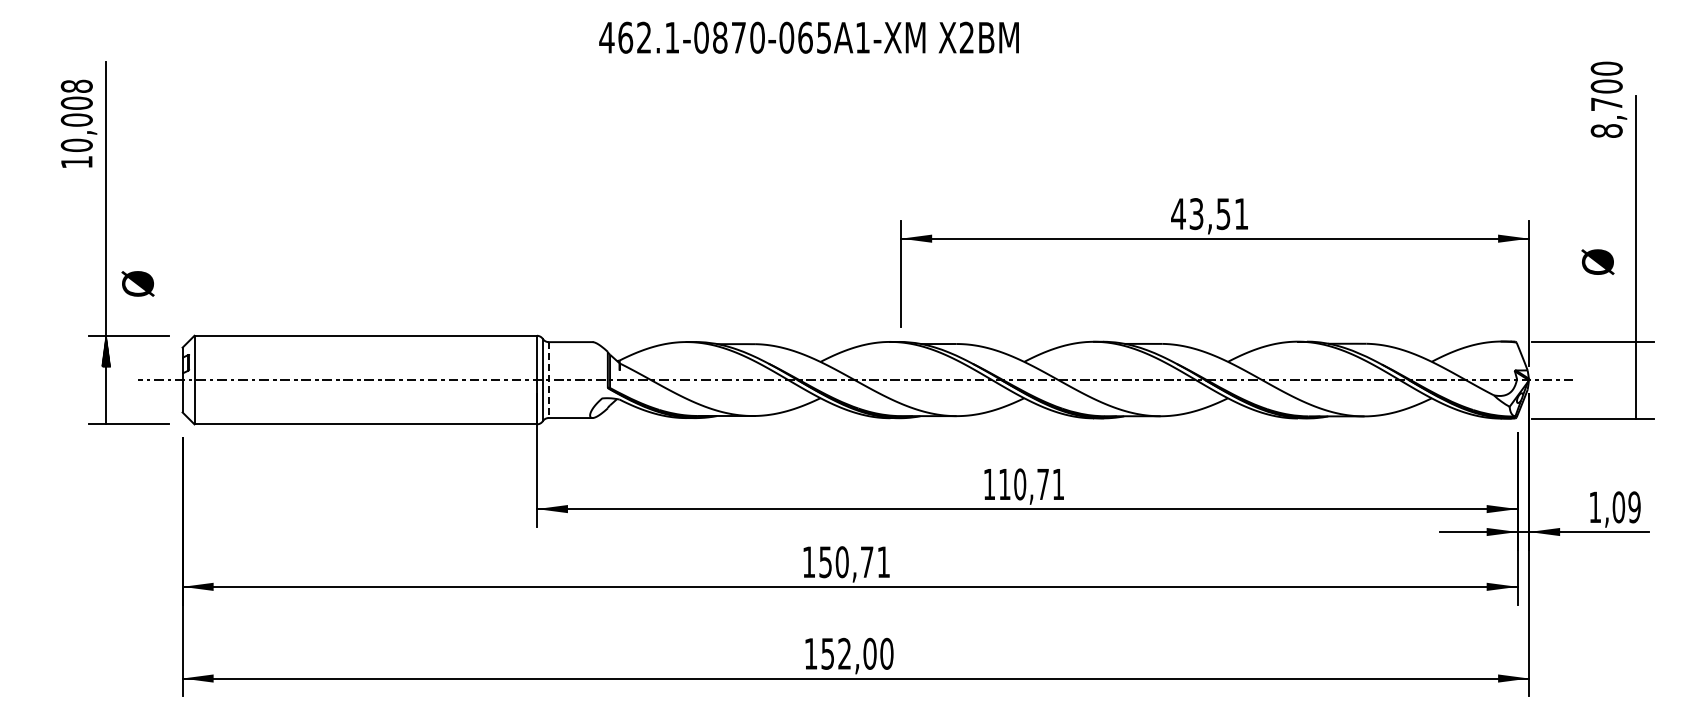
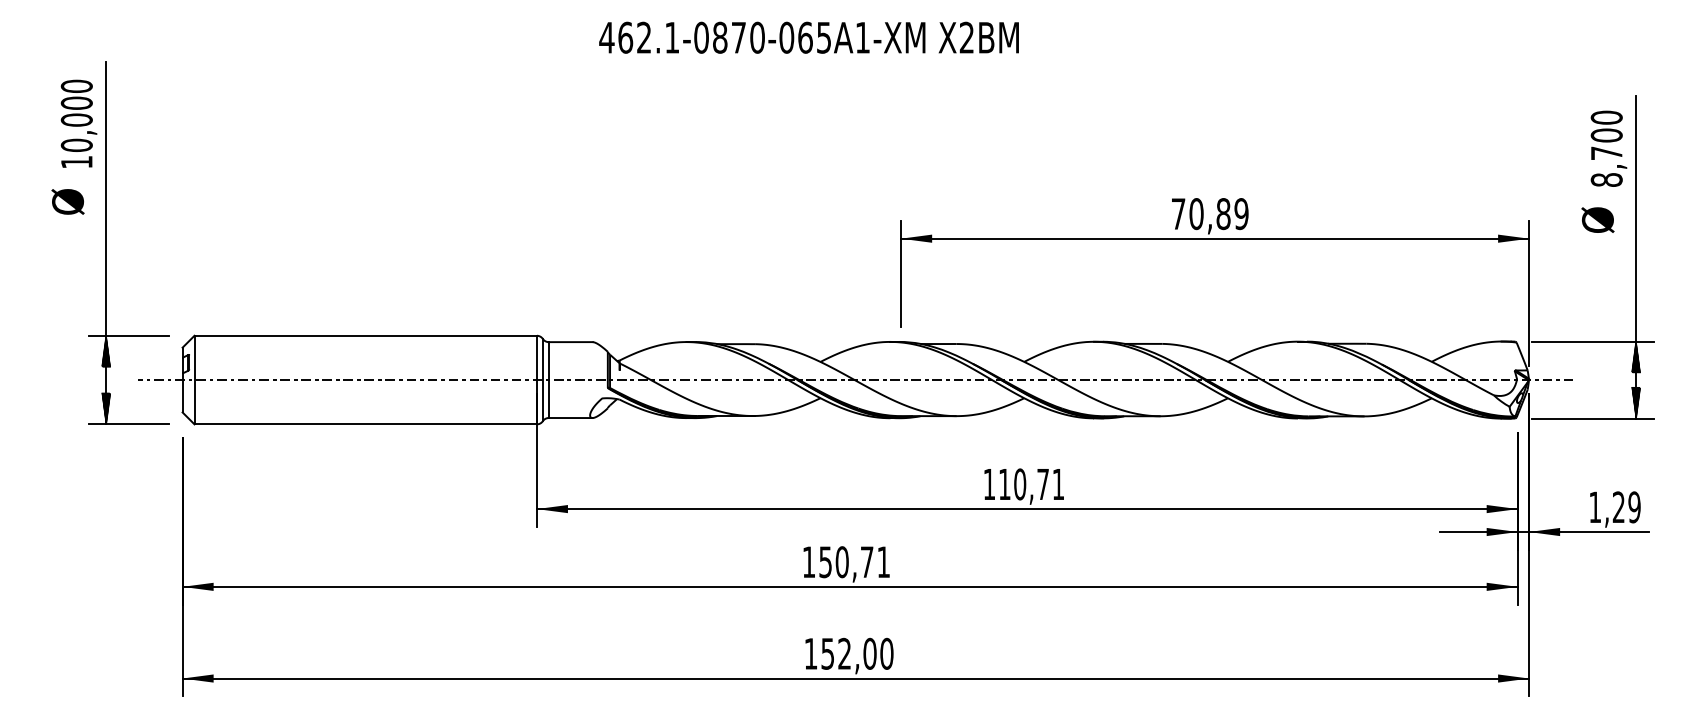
text at (76, 85): 10,008 -> 10,000
text at (1608, 99) position: (1608, 99) -> (1608, 148)
text at (1209, 214): 43,51 -> 70,89
text at (1597, 261) position: (1597, 261) -> (1597, 219)
text at (137, 283) position: (137, 283) -> (67, 201)
hatch at (1636, 356): none -> present
line at (548, 380): dashed -> solid
hatch at (1636, 402): none -> present
hatch at (106, 408): none -> present
text at (1618, 507): 1,09 -> 1,29
